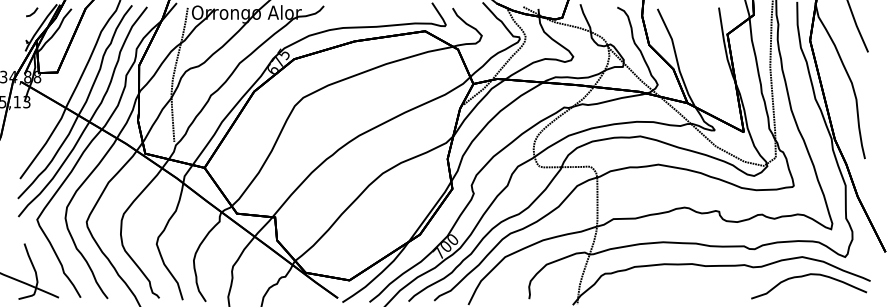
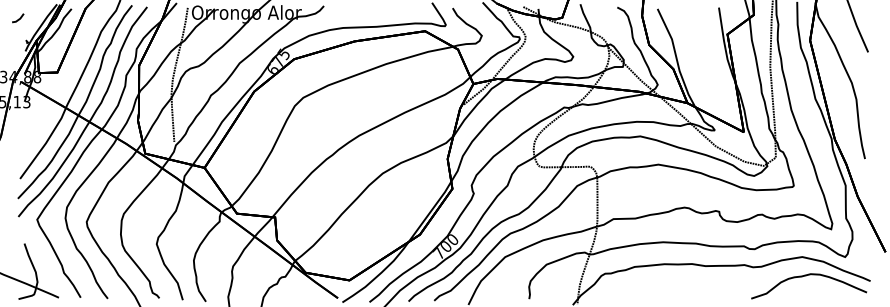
line at (32, 12) position: (32, 12) -> (18, 18)
